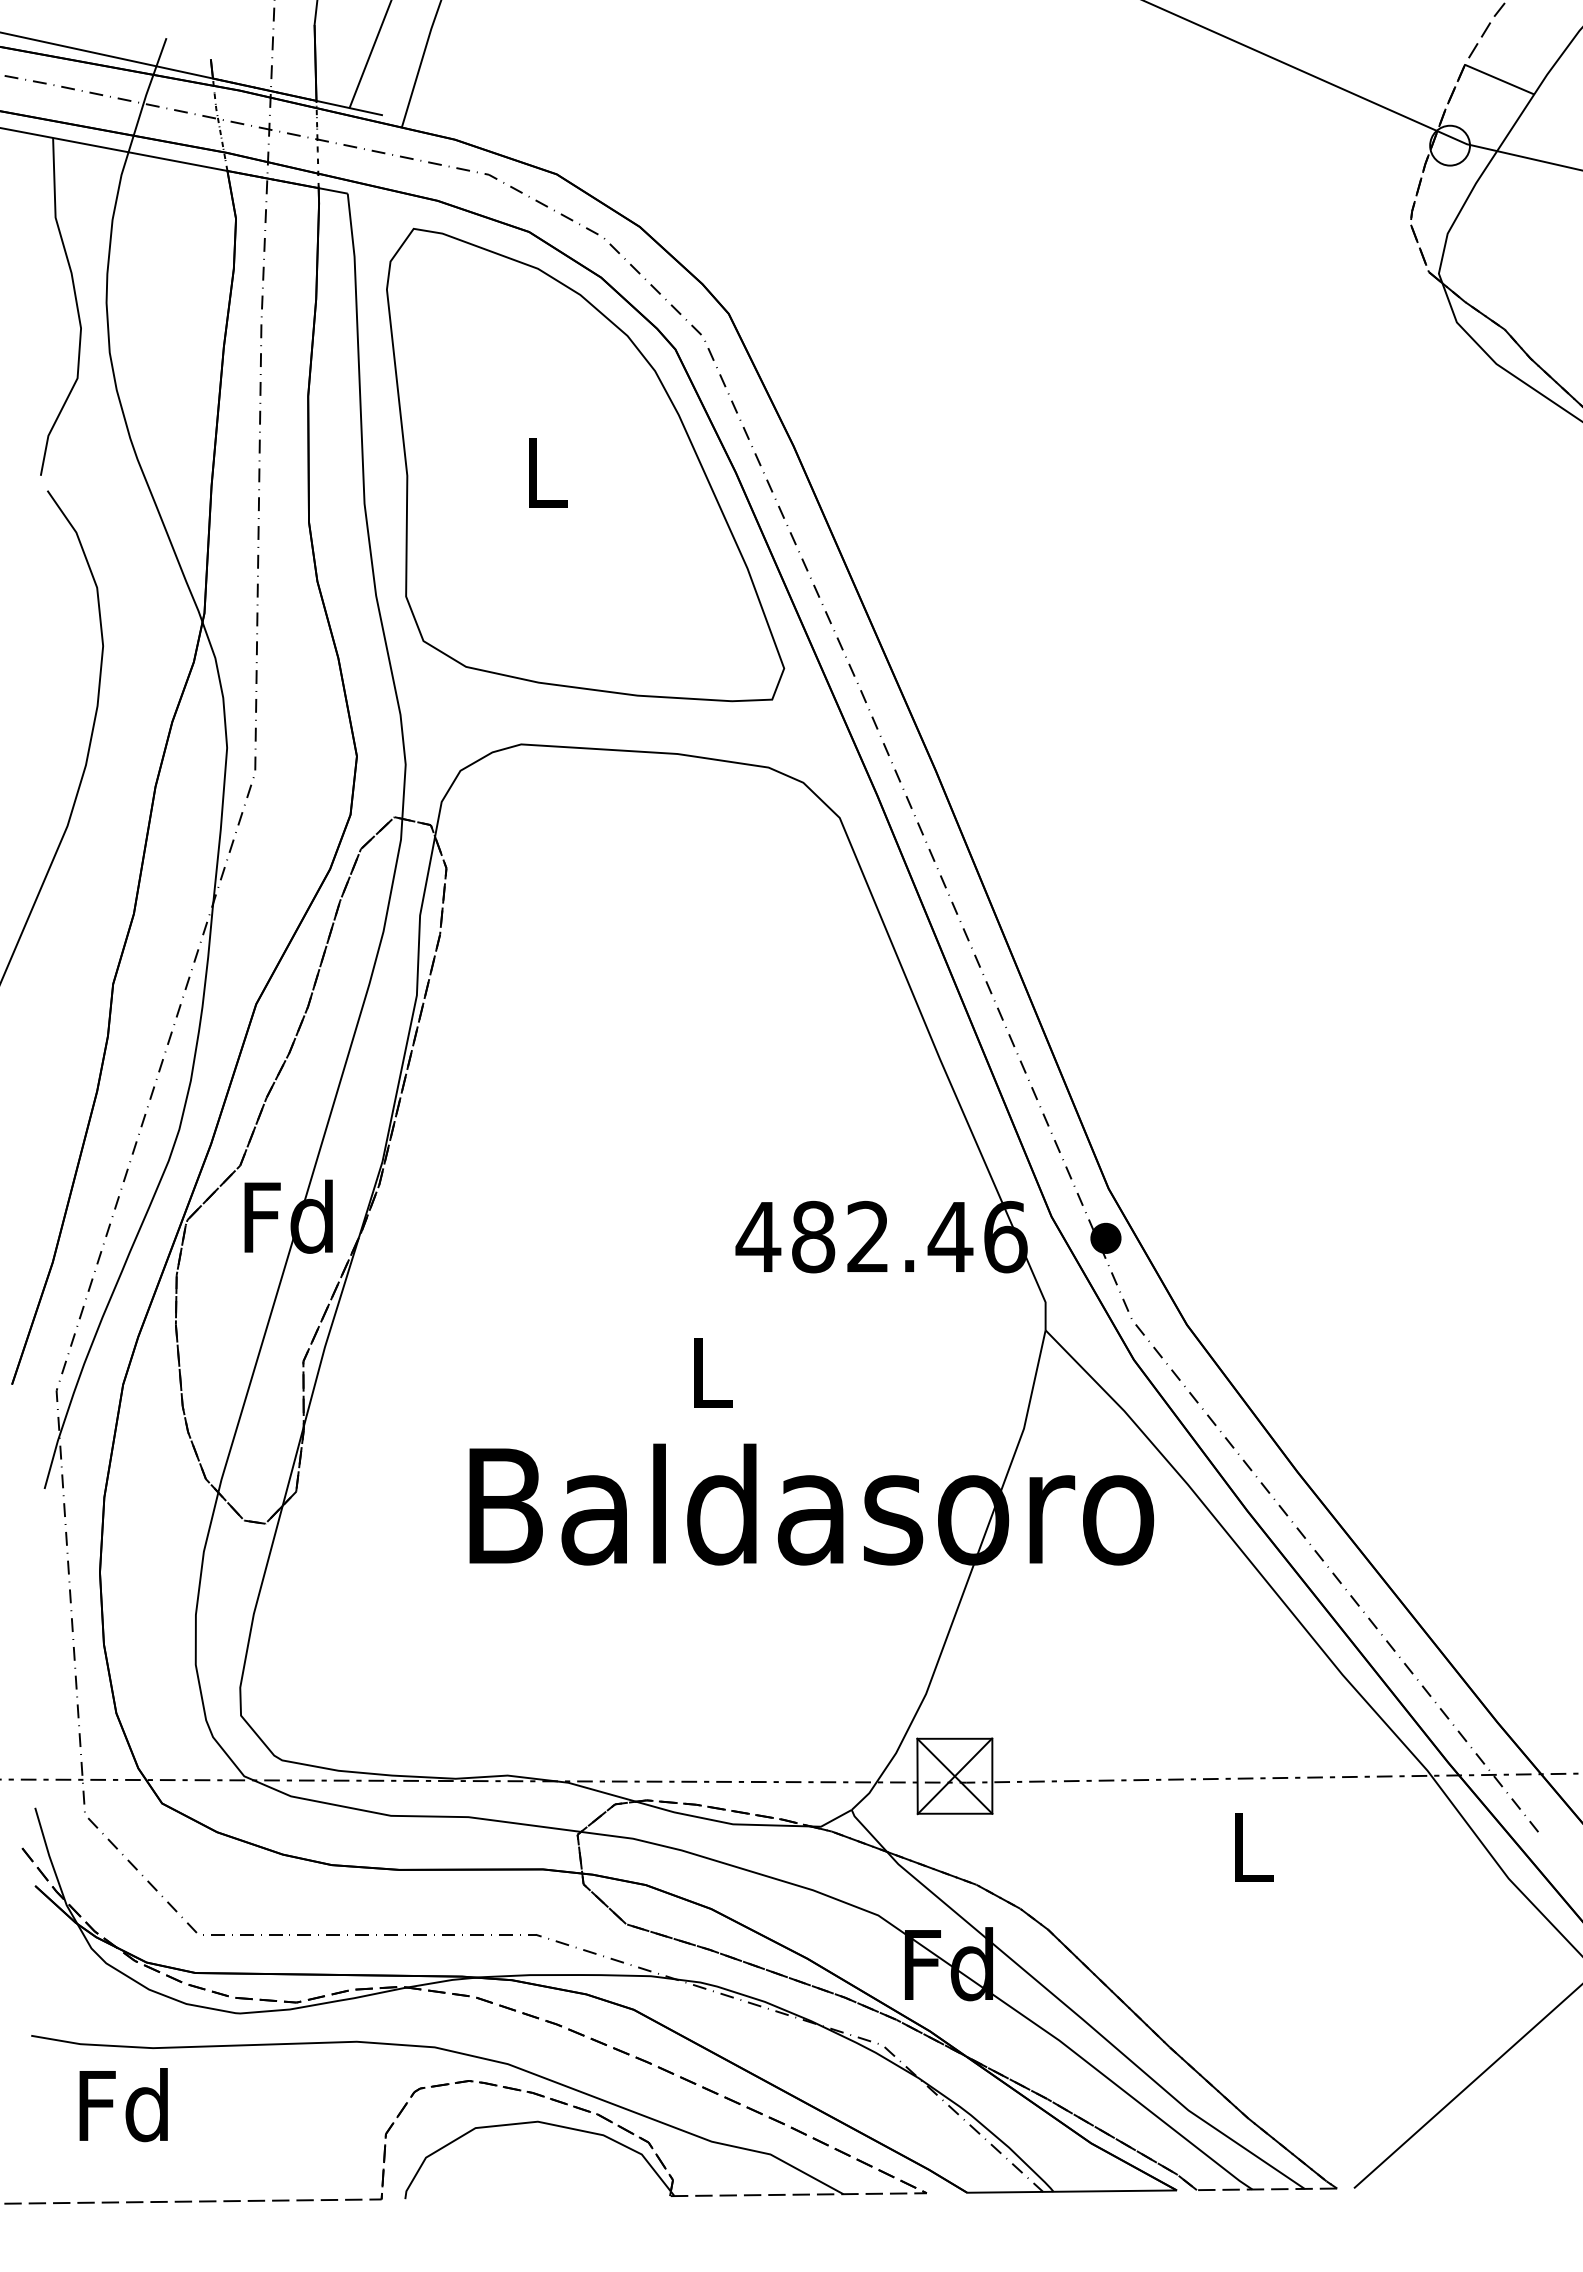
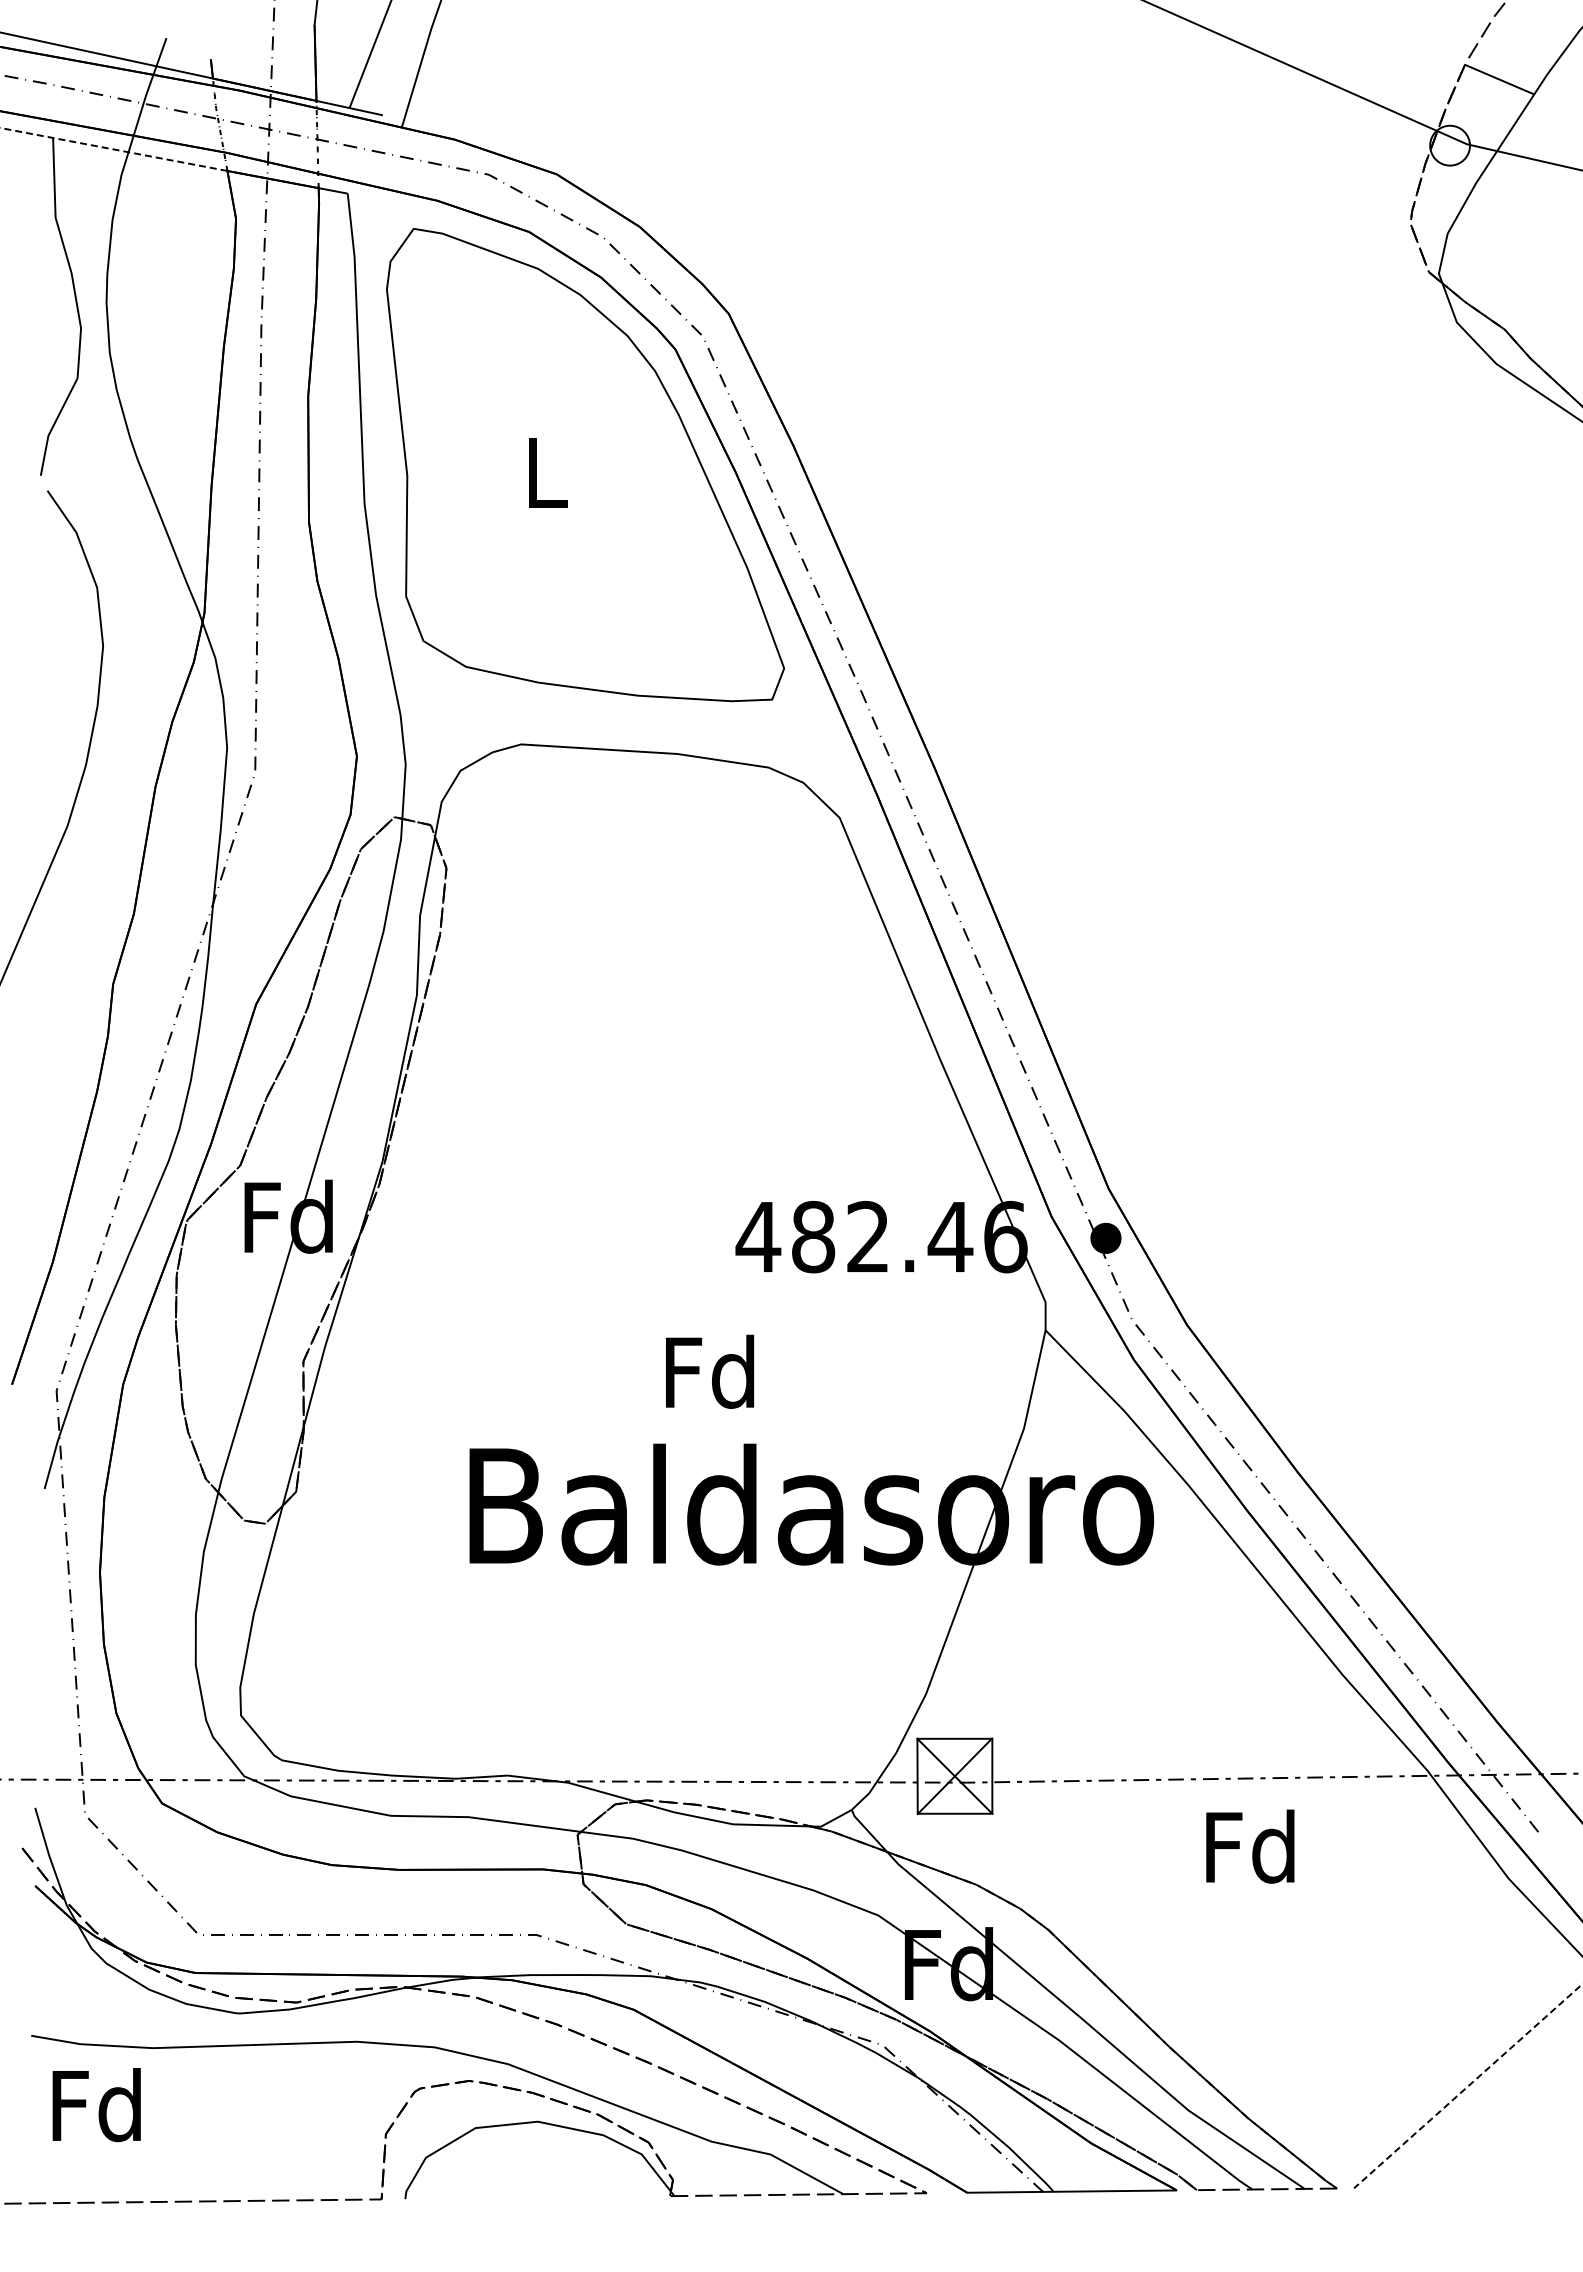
line at (113, 149): solid -> dashed
text at (710, 1371): L -> Fd
text at (1250, 1846): L -> Fd
line at (1468, 2086): solid -> dashed
text at (123, 2105) position: (123, 2105) -> (96, 2105)
